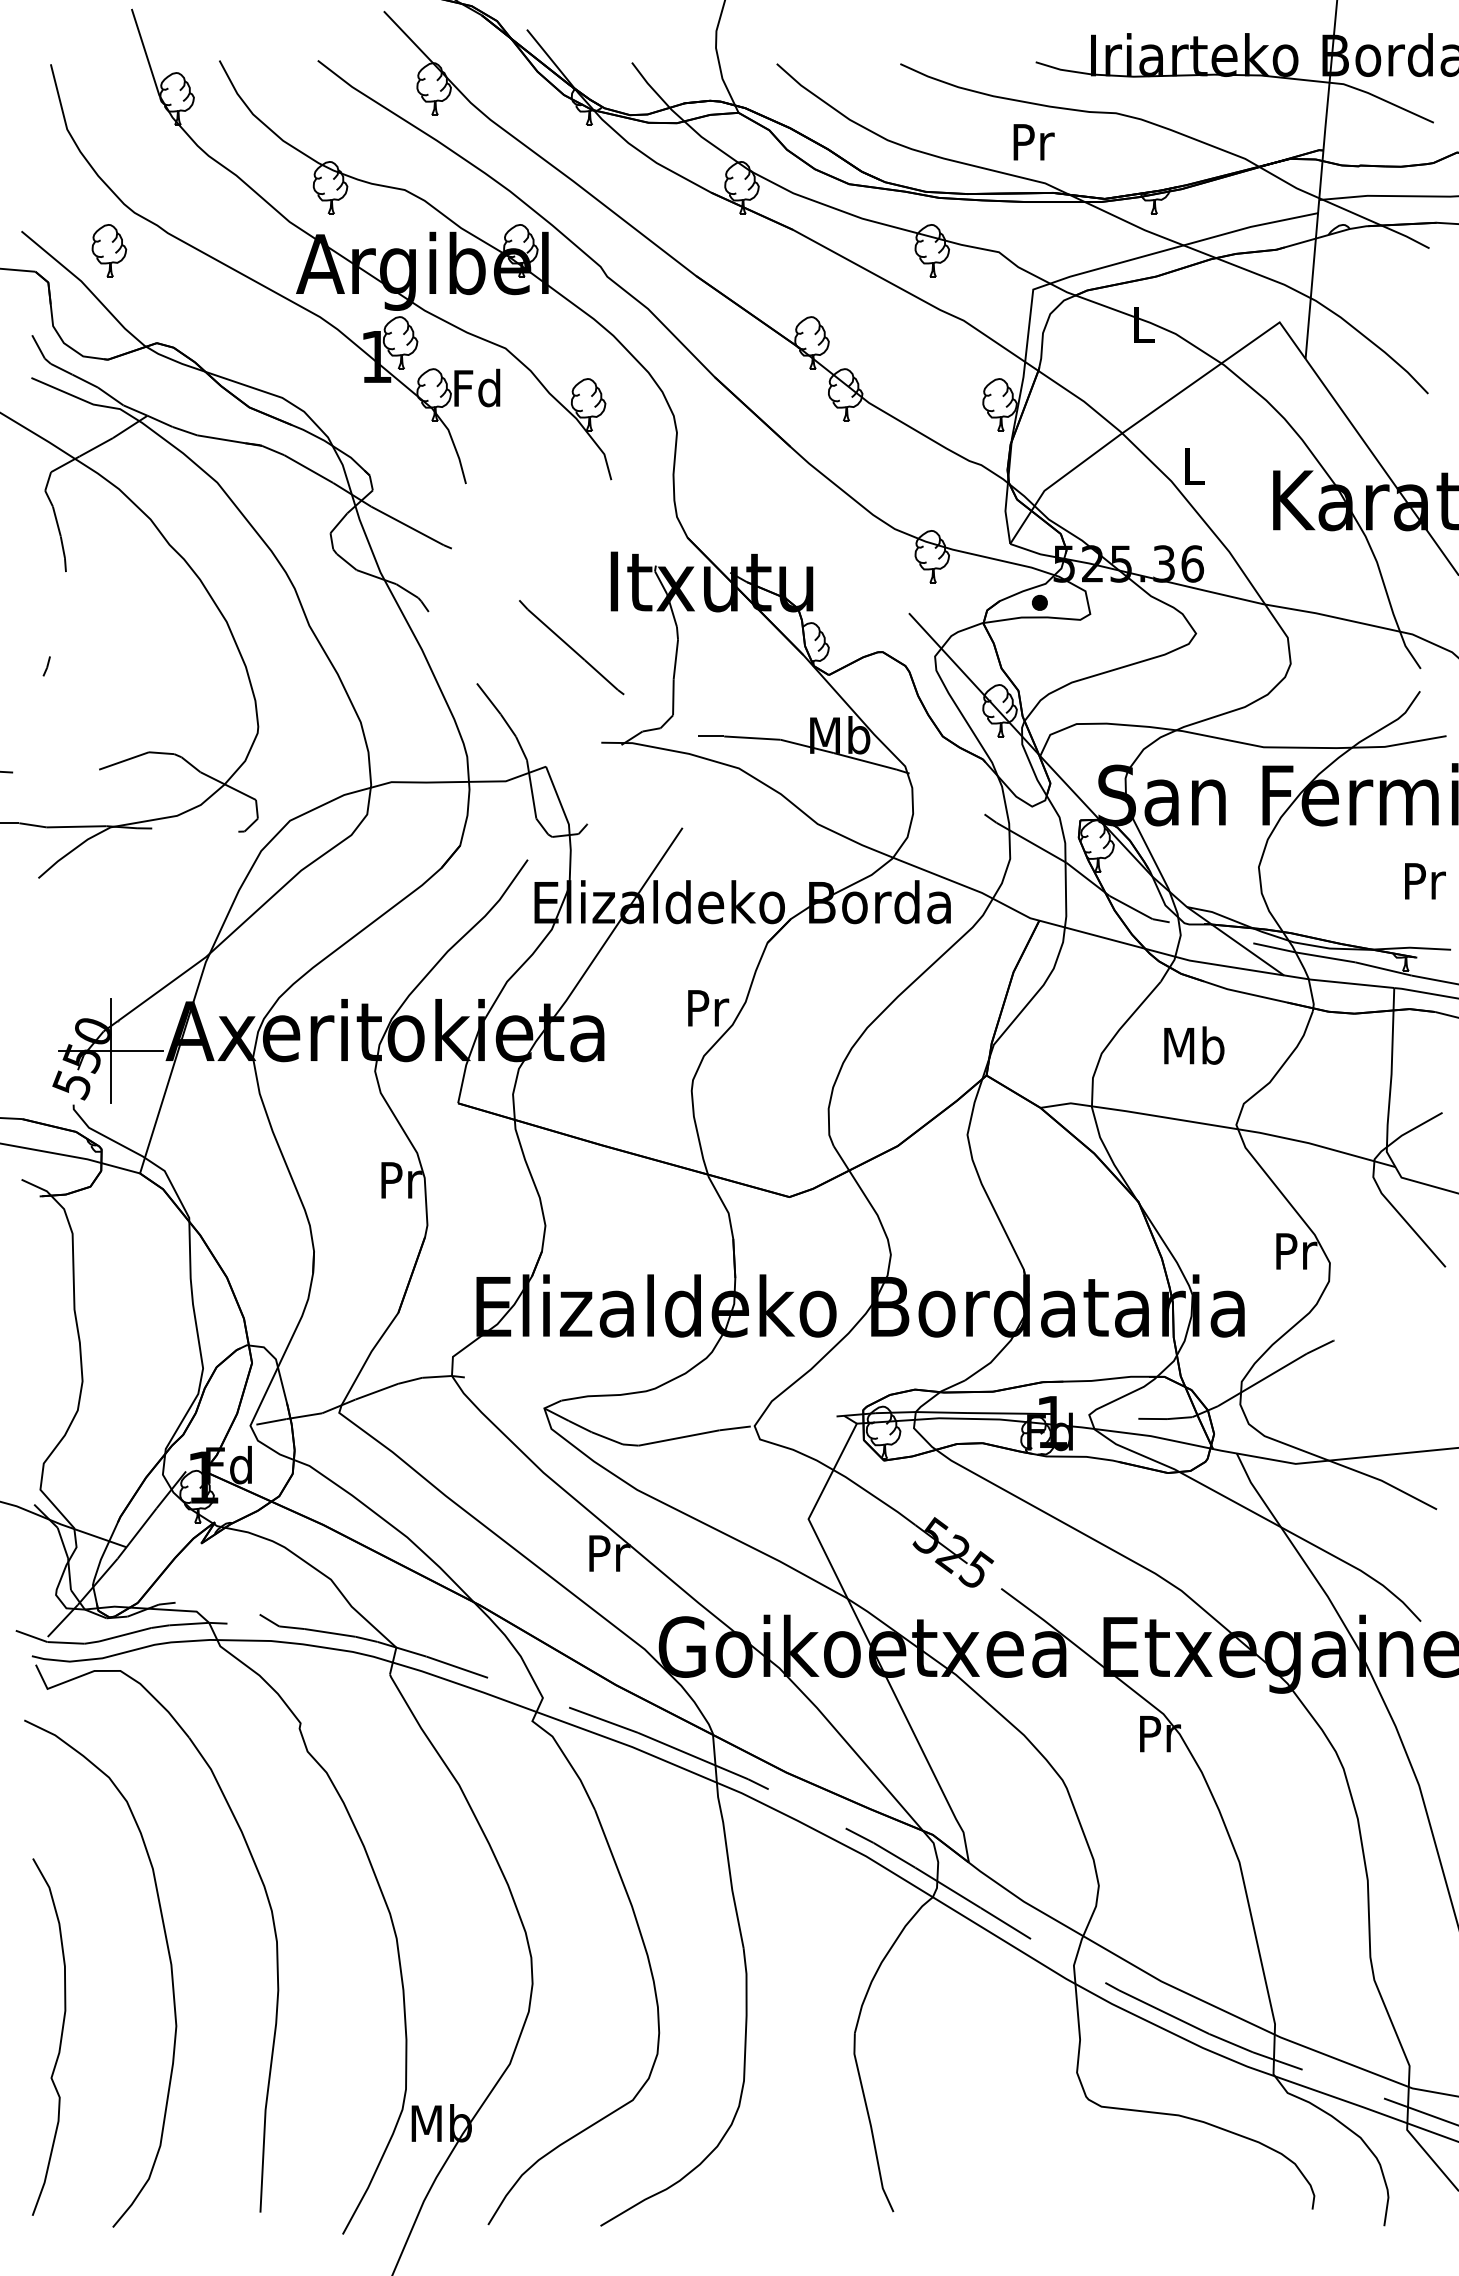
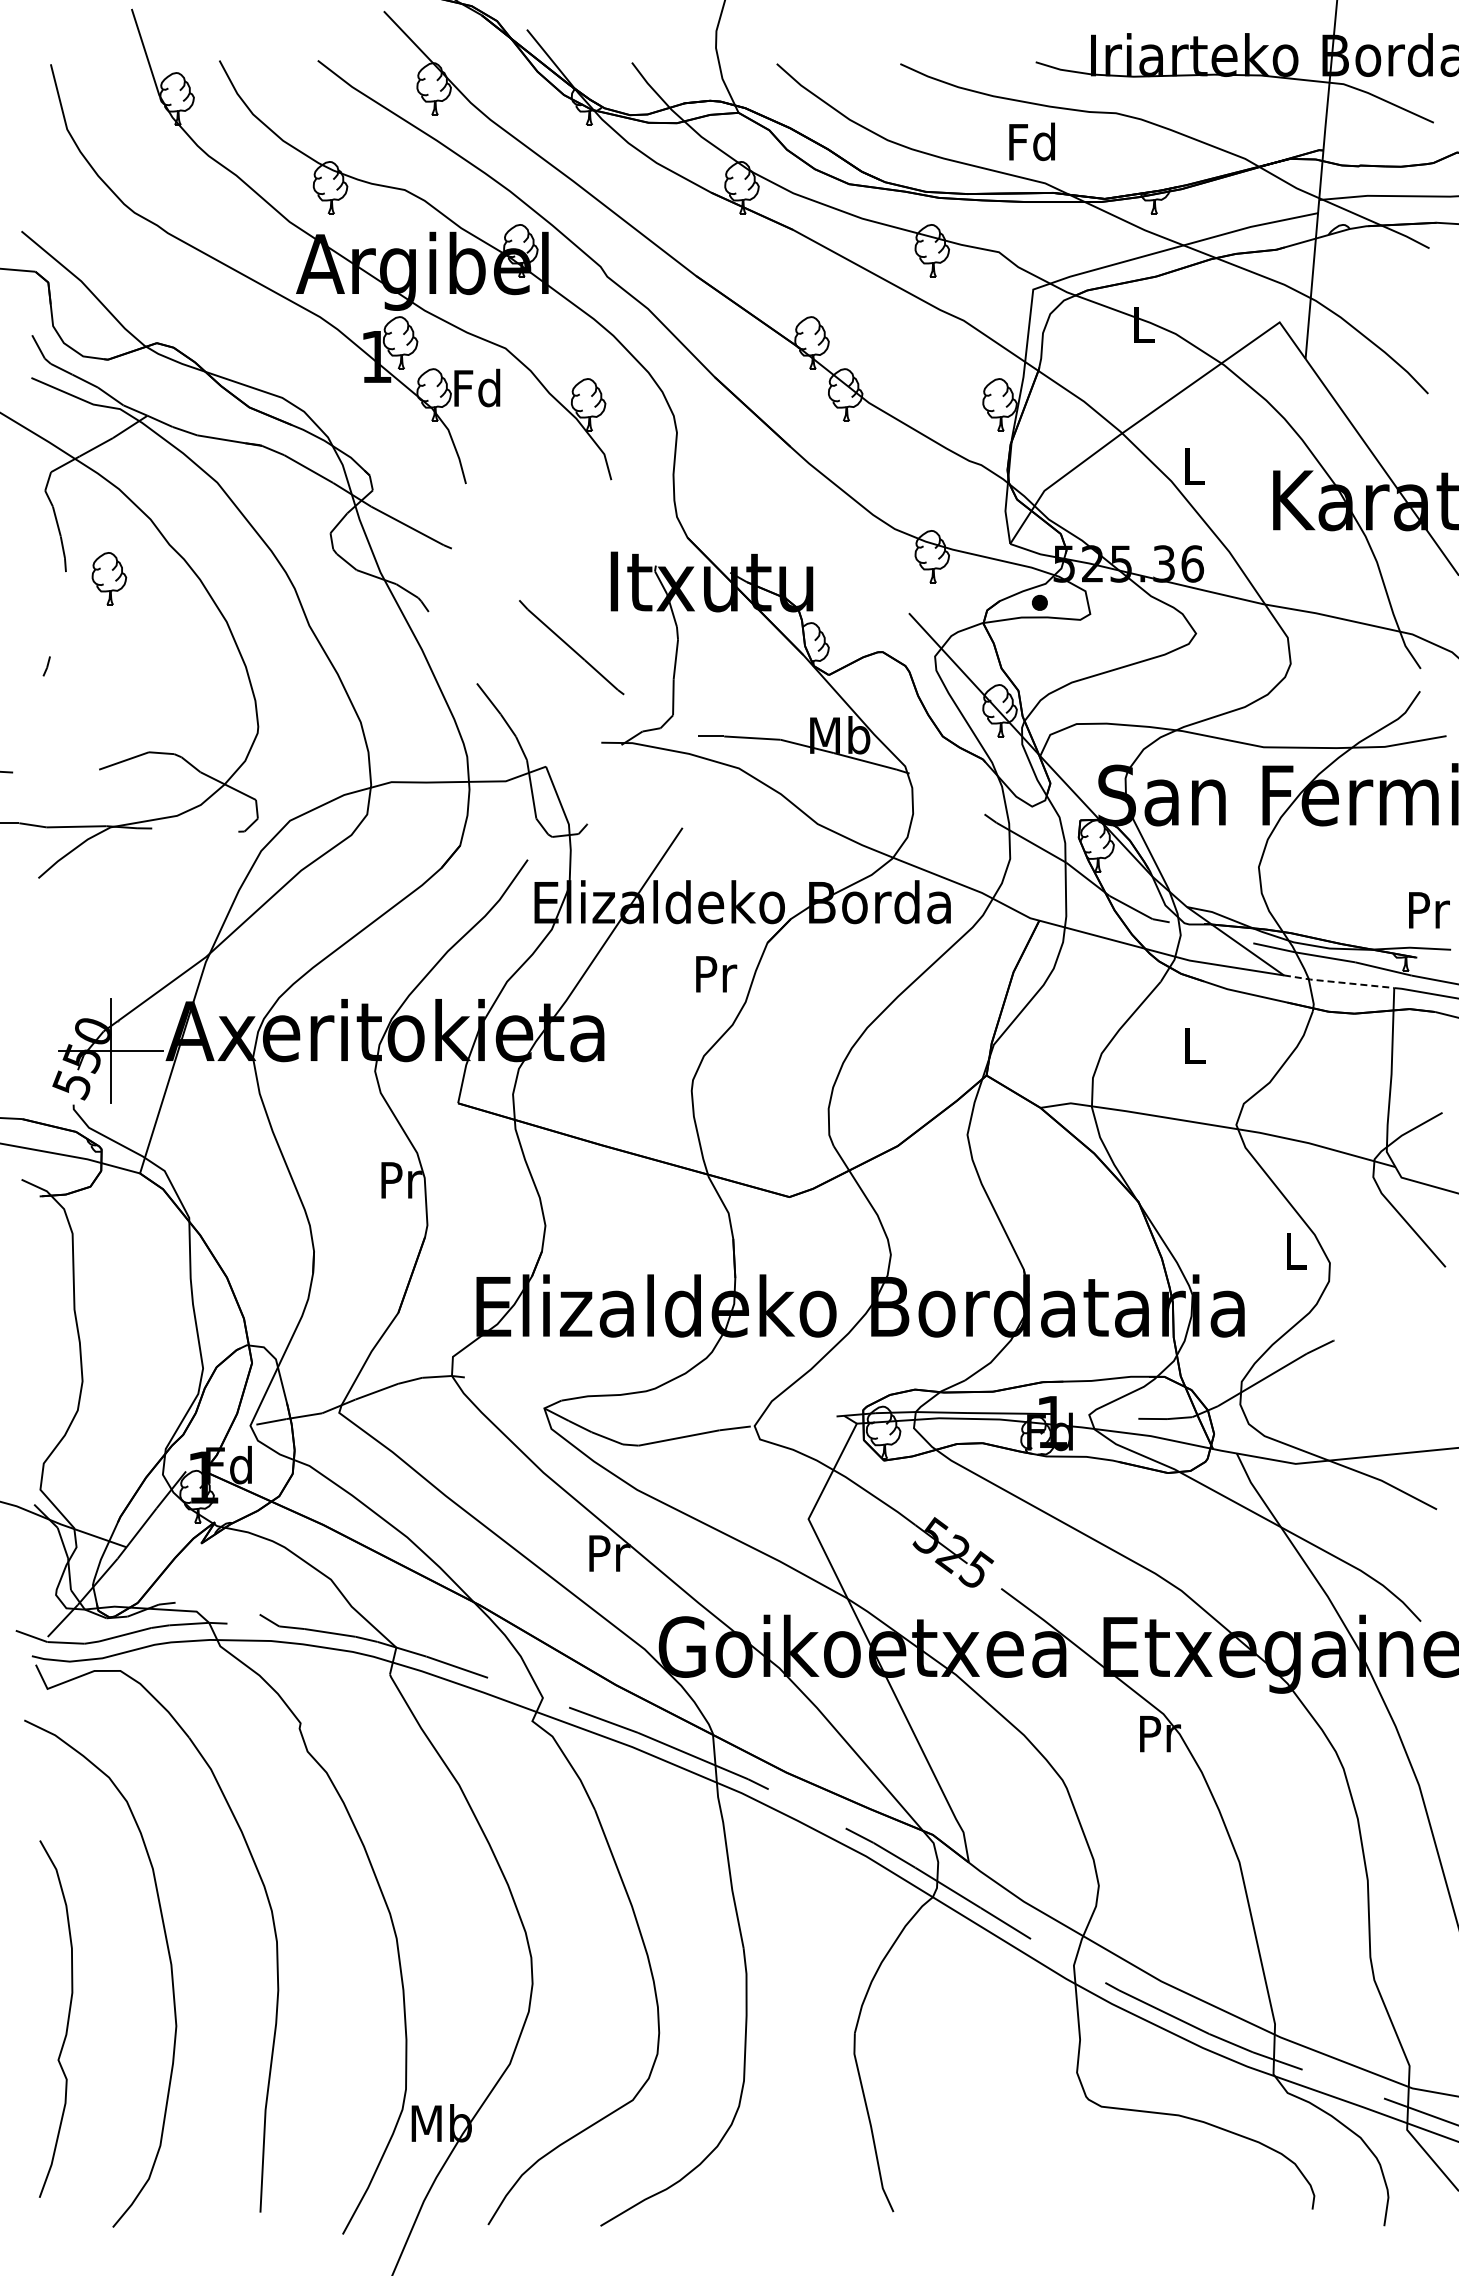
text at (1031, 141): Pr -> Fd
part at (109, 250) position: (109, 250) -> (109, 578)
text at (1425, 881) position: (1425, 881) -> (1429, 910)
line at (1338, 982): solid -> dashed
text at (708, 1008) position: (708, 1008) -> (716, 974)
text at (1194, 1045): Mb -> L
text at (1296, 1251): Pr -> L
curve at (60, 2036) position: (60, 2036) -> (67, 2018)
